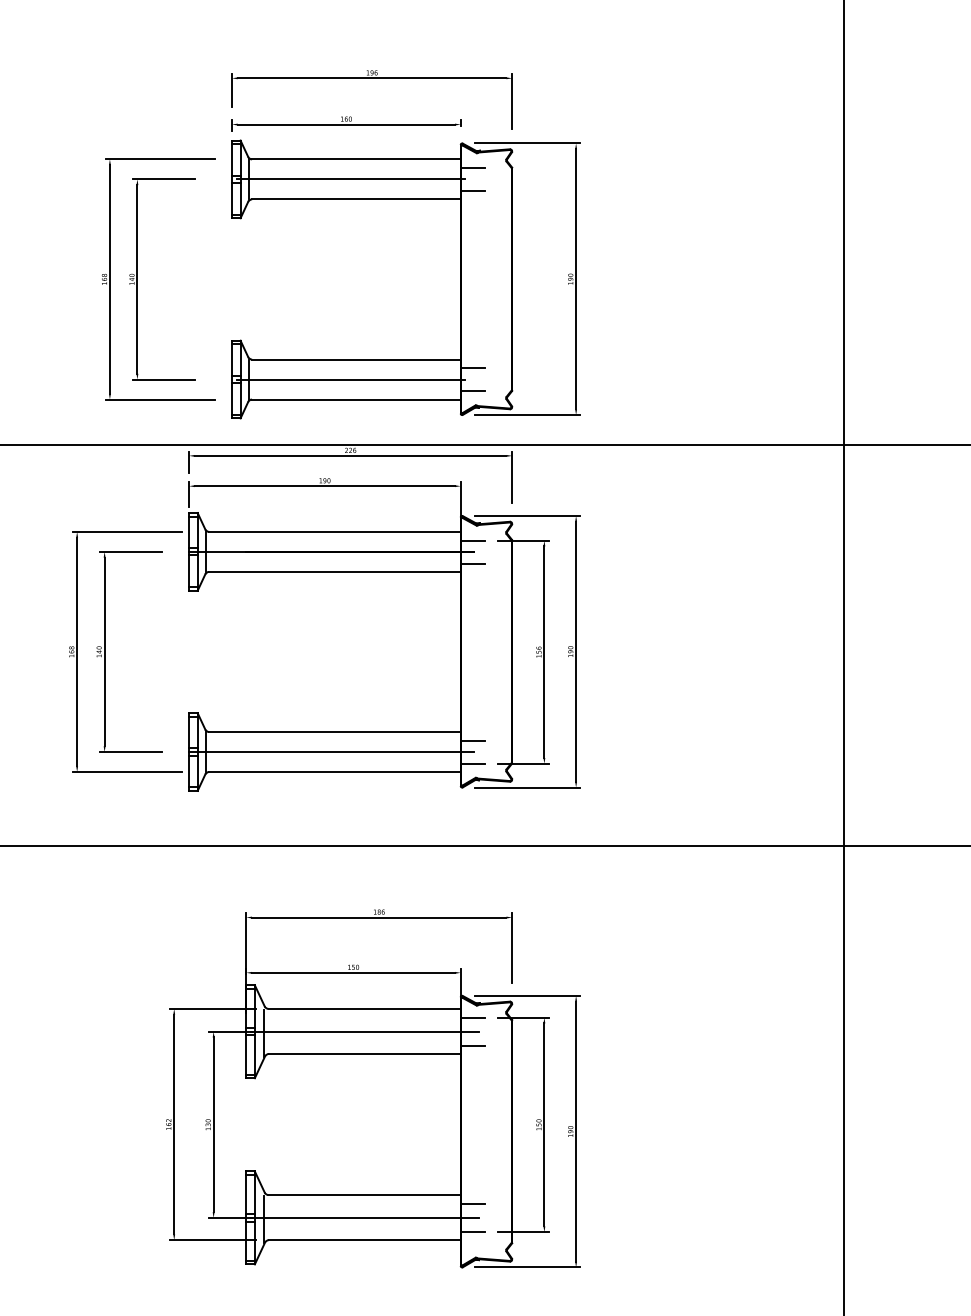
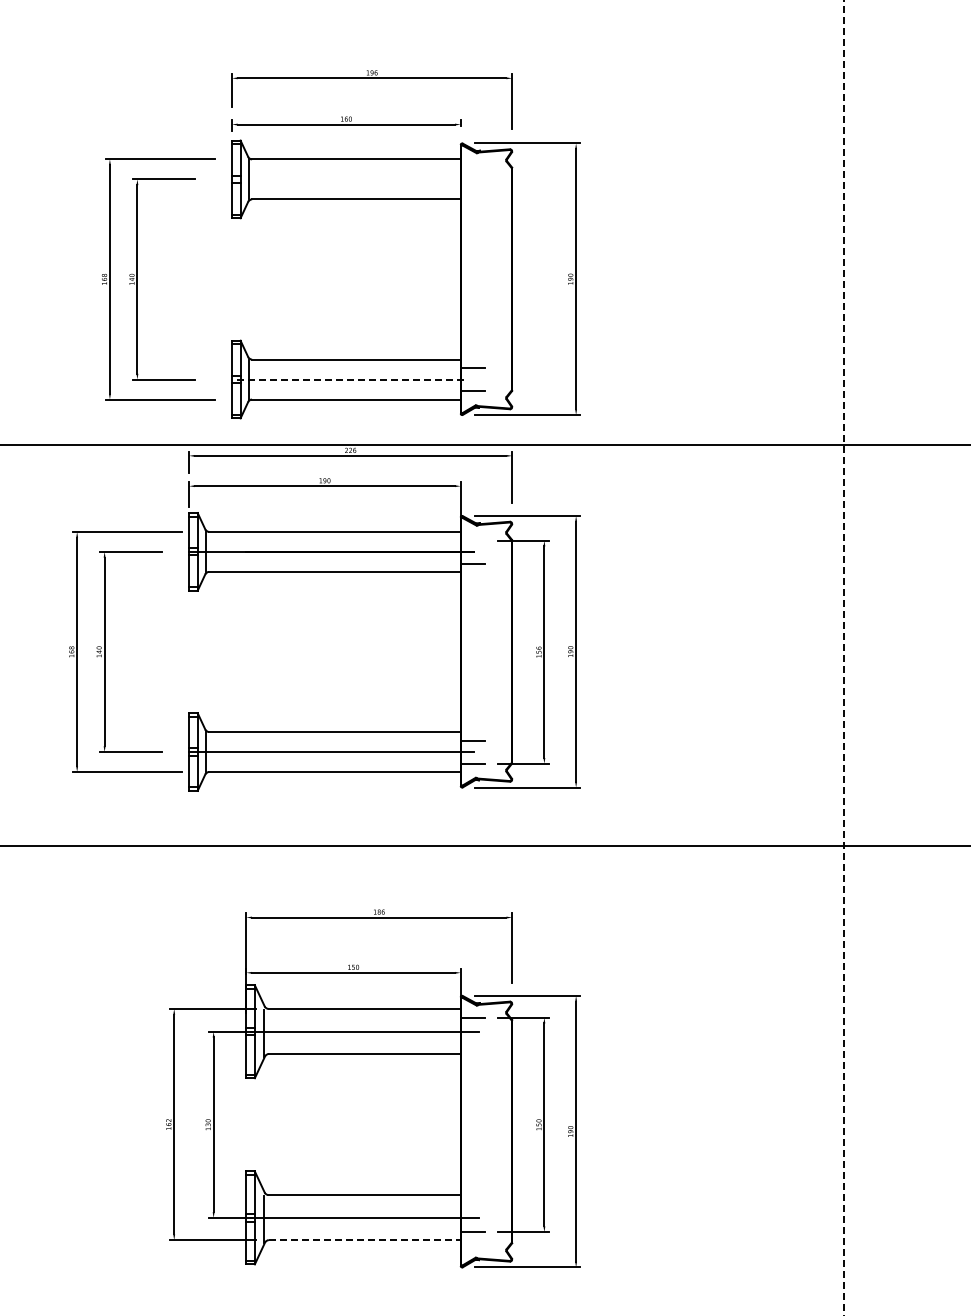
line at (472, 168): present -> none
line at (350, 179): present -> none
line at (472, 191): present -> none
line at (350, 379): solid -> dashed
line at (472, 540): present -> none
line at (844, 658): solid -> dashed
line at (472, 1046): present -> none
line at (472, 1203): present -> none
line at (364, 1240): solid -> dashed
